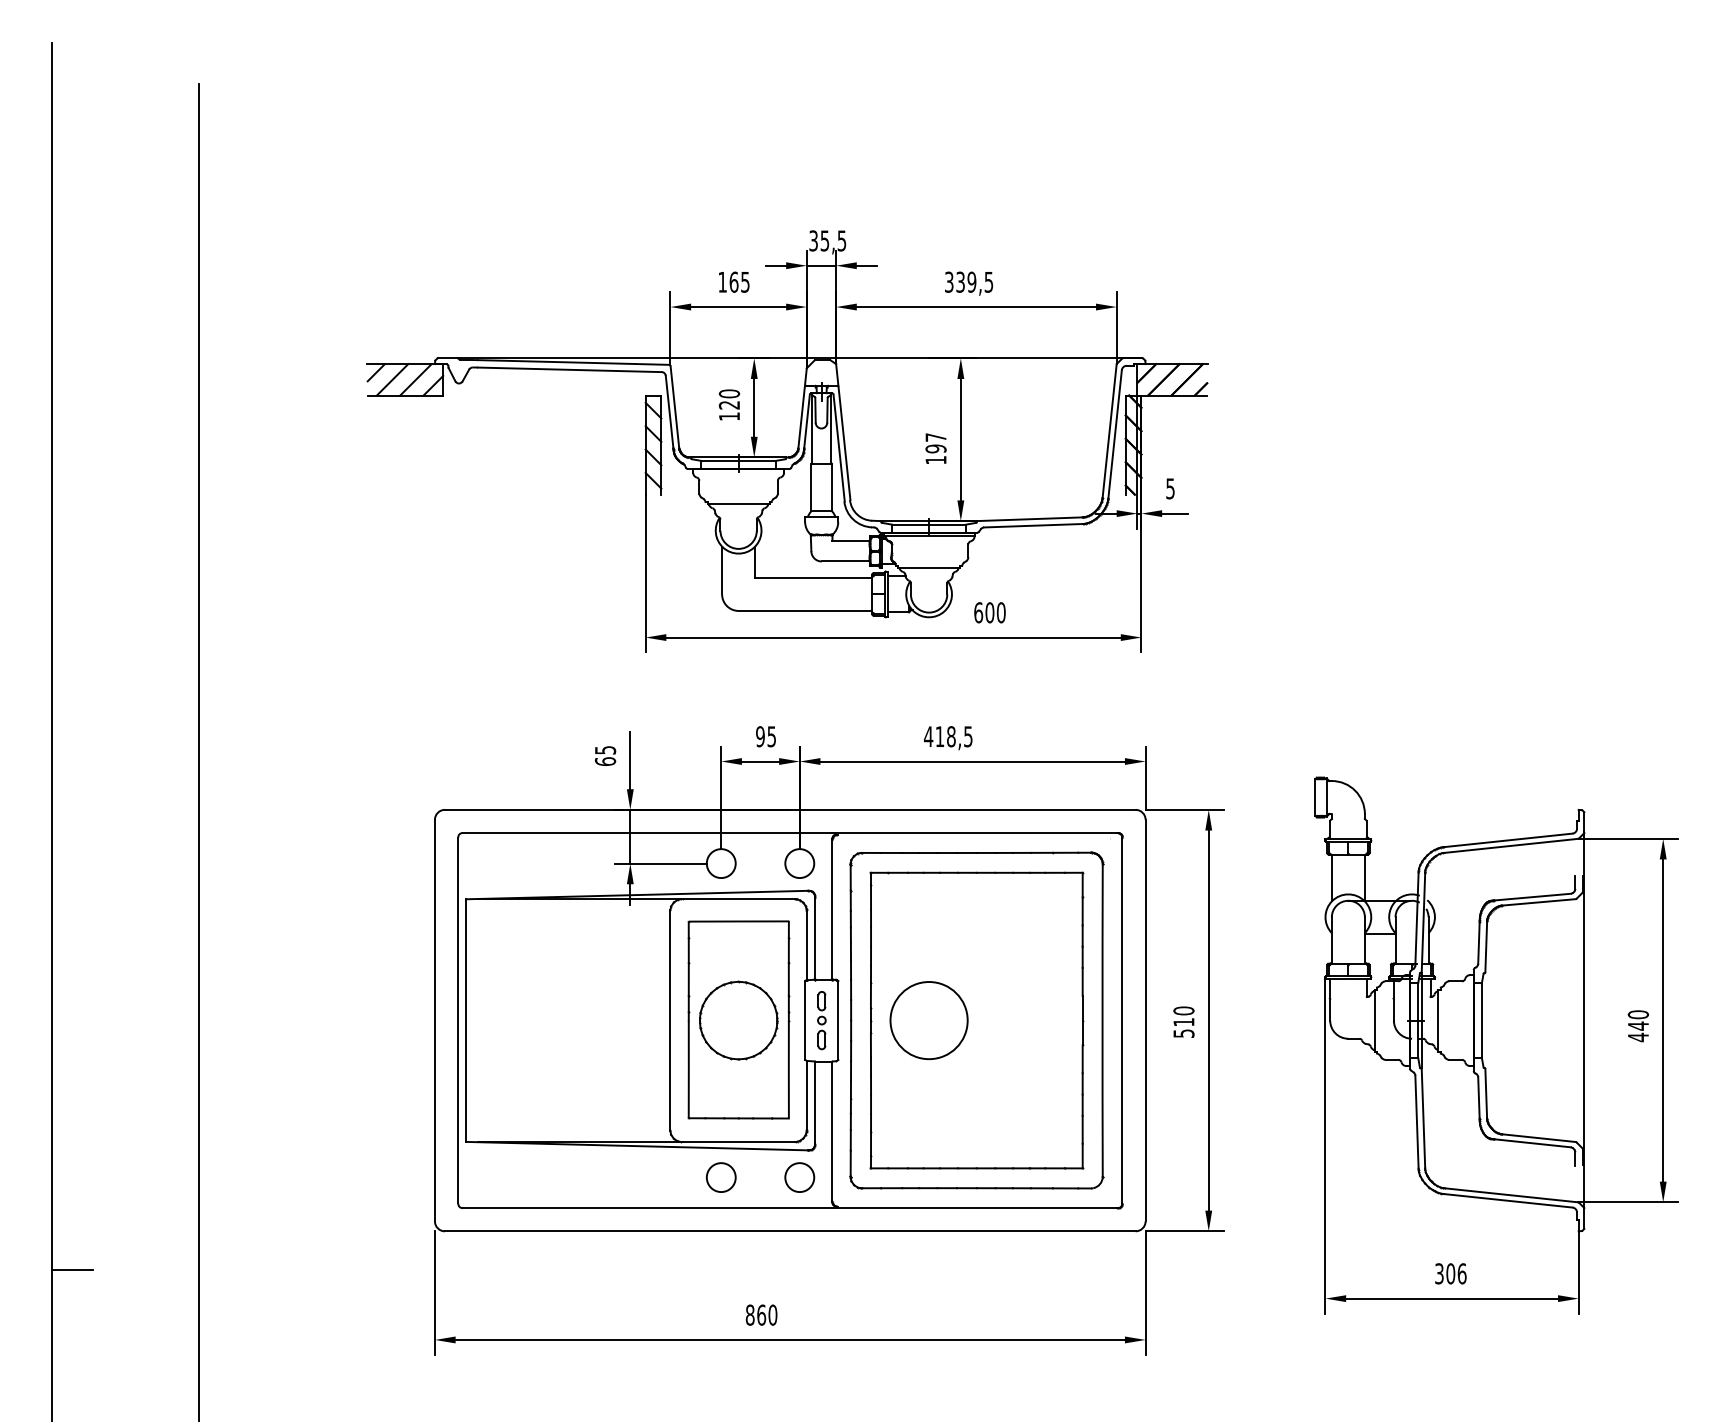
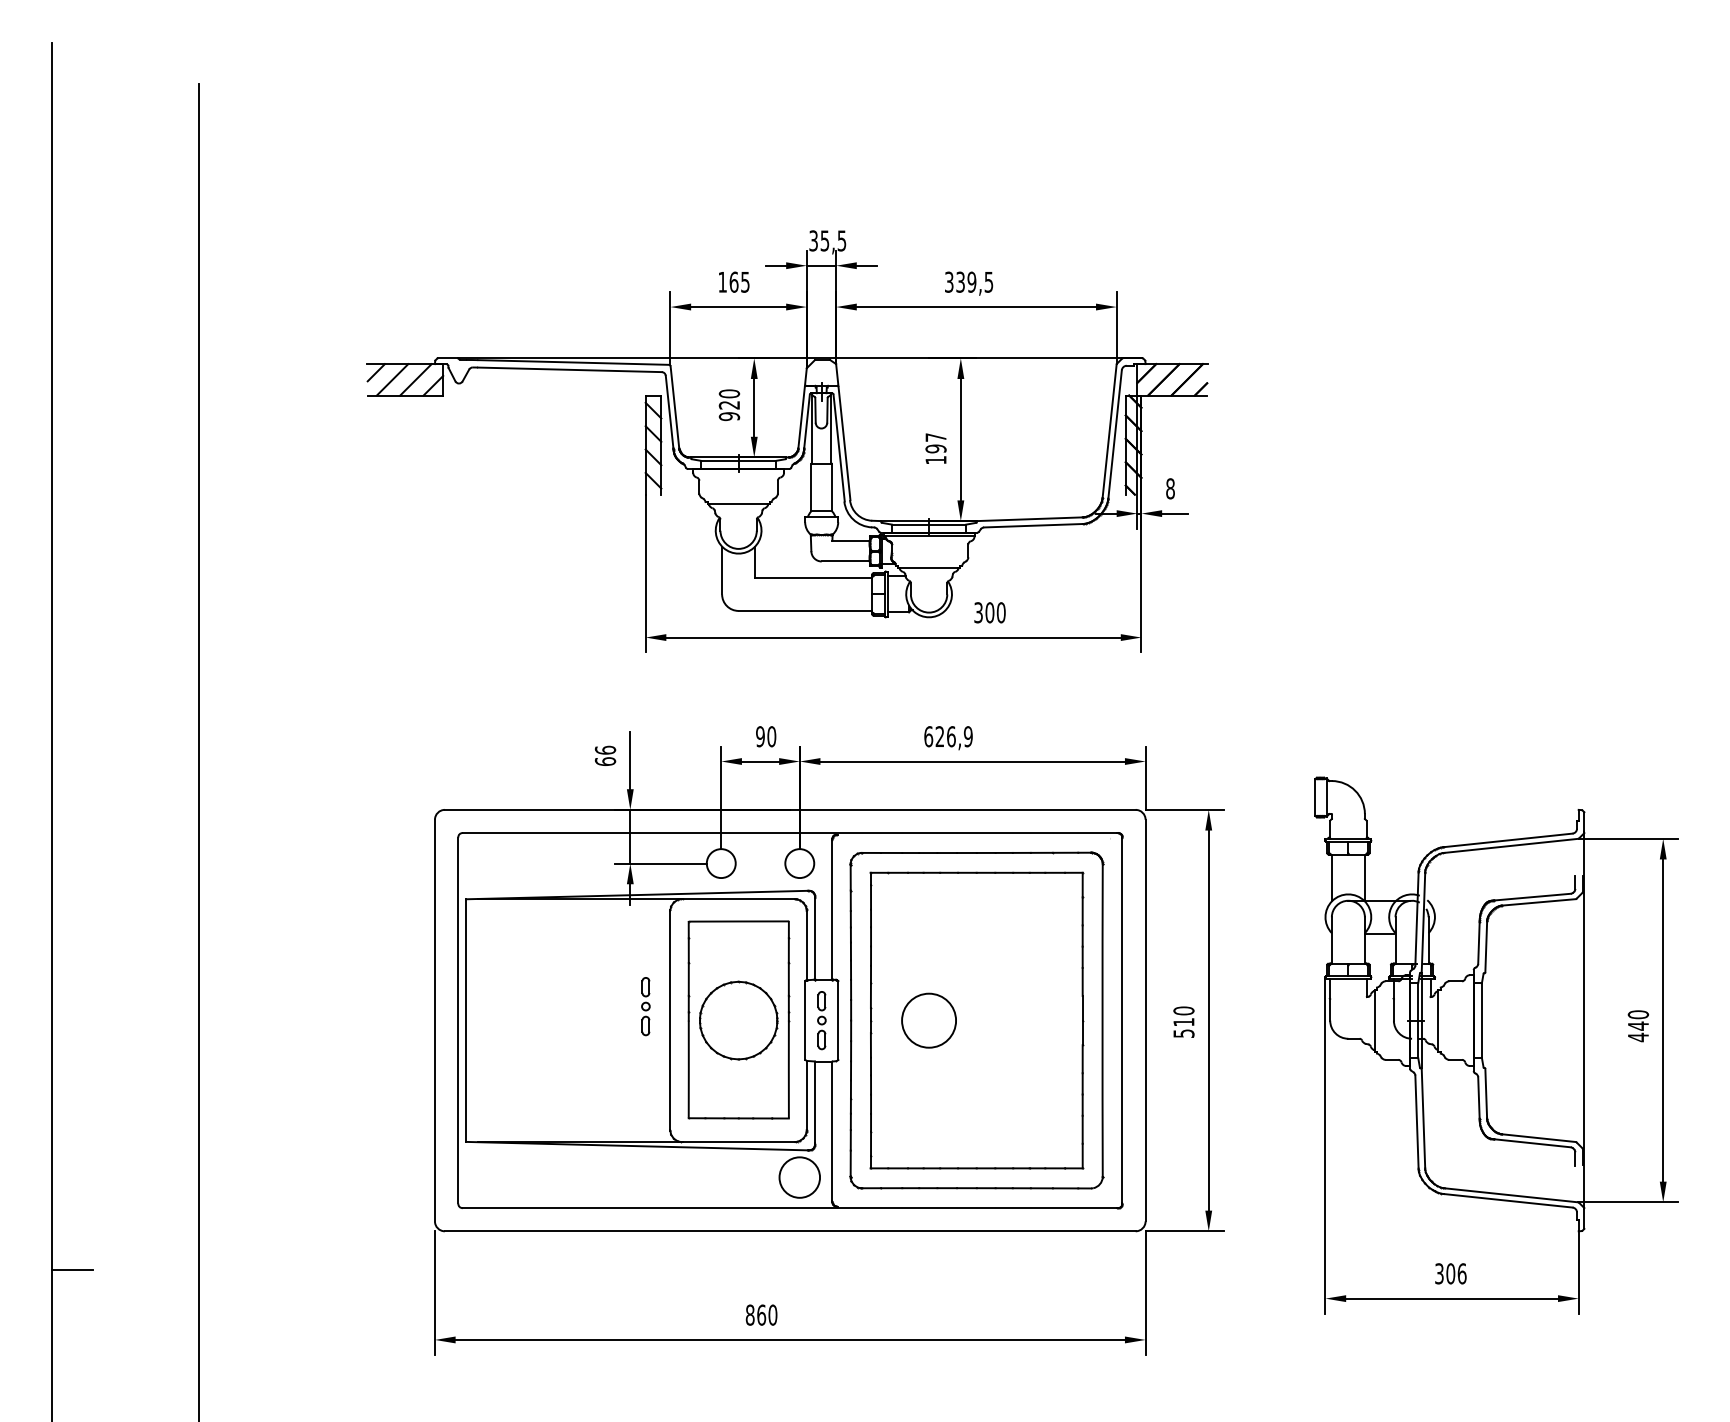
text at (729, 416): 120 -> 920
text at (1170, 488): 5 -> 8
text at (978, 612): 600 -> 300
text at (771, 736): 95 -> 90
text at (948, 736): 418,5 -> 626,9
text at (605, 749): 65 -> 66
part at (645, 1006): none -> present
circle at (928, 1020) size: 80x80 px -> 56x57 px
circle at (720, 1177): present -> none
circle at (799, 1177) diameter: 29 px -> 40 px
